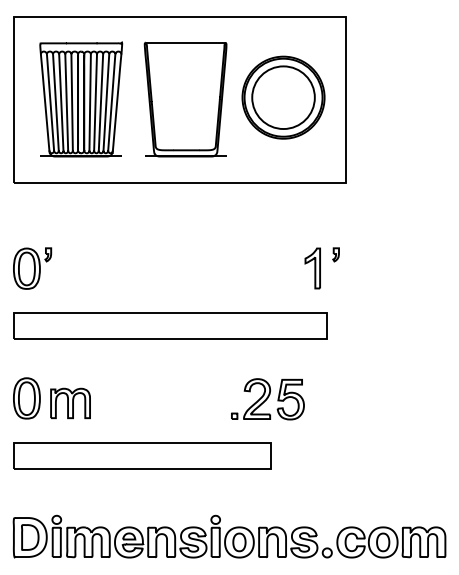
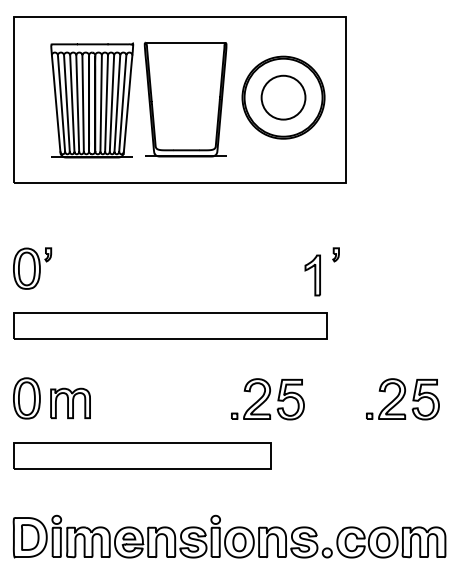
circle at (283, 97) diameter: 63 px -> 44 px
part at (81, 99) position: (81, 99) -> (92, 100)
part at (312, 268) position: (312, 268) -> (312, 275)
part at (402, 399): none -> present
